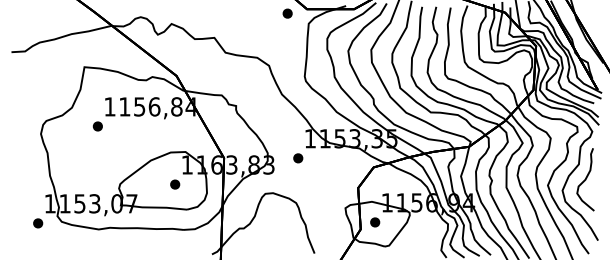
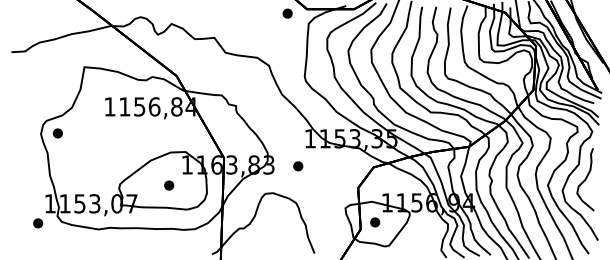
part at (97, 126) position: (97, 126) -> (57, 133)
part at (298, 158) position: (298, 158) -> (298, 166)
part at (175, 184) position: (175, 184) -> (169, 185)
